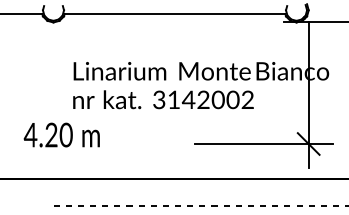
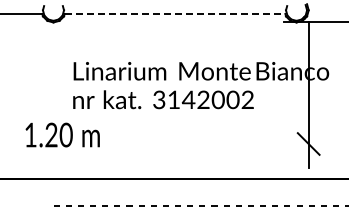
line at (175, 13): solid -> dashed
text at (30, 134): 4.20 -> 1.20
line at (263, 144): present -> none
